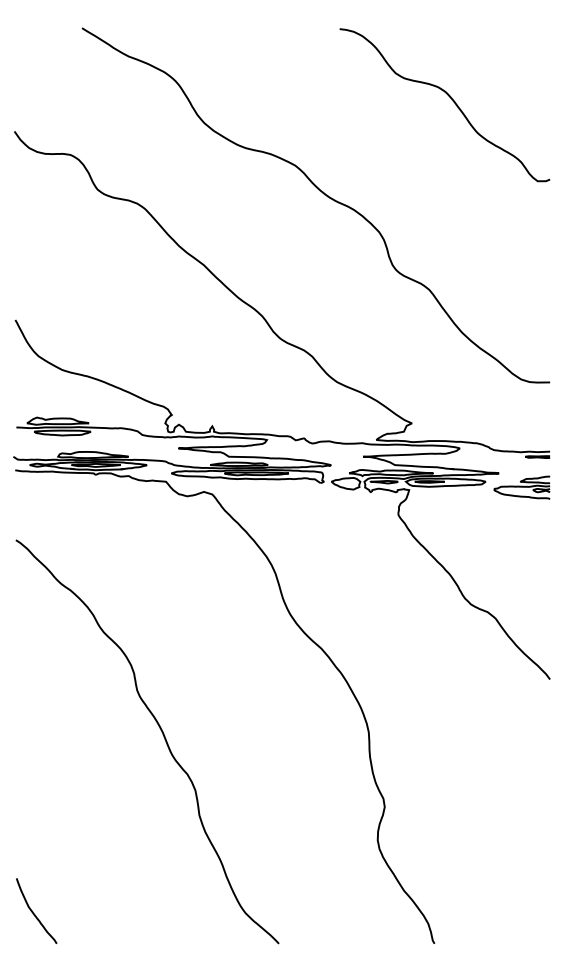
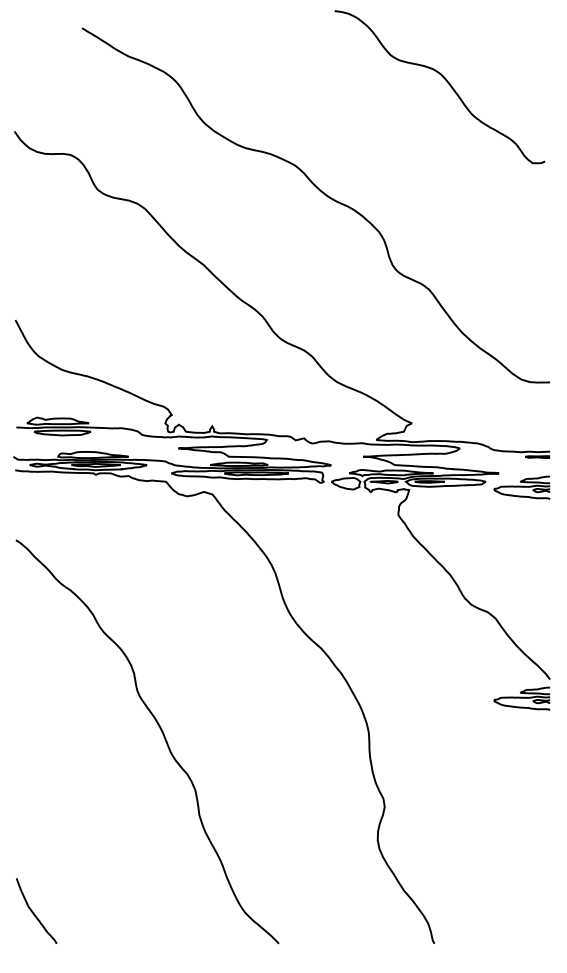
curve at (452, 101) position: (452, 101) -> (447, 83)
part at (521, 698): none -> present
